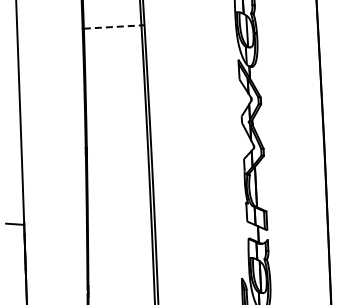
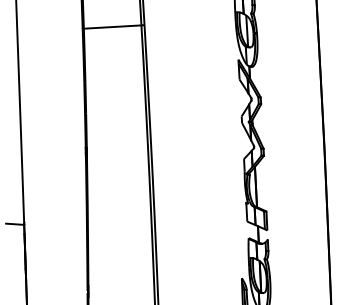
line at (112, 27): dashed -> solid
